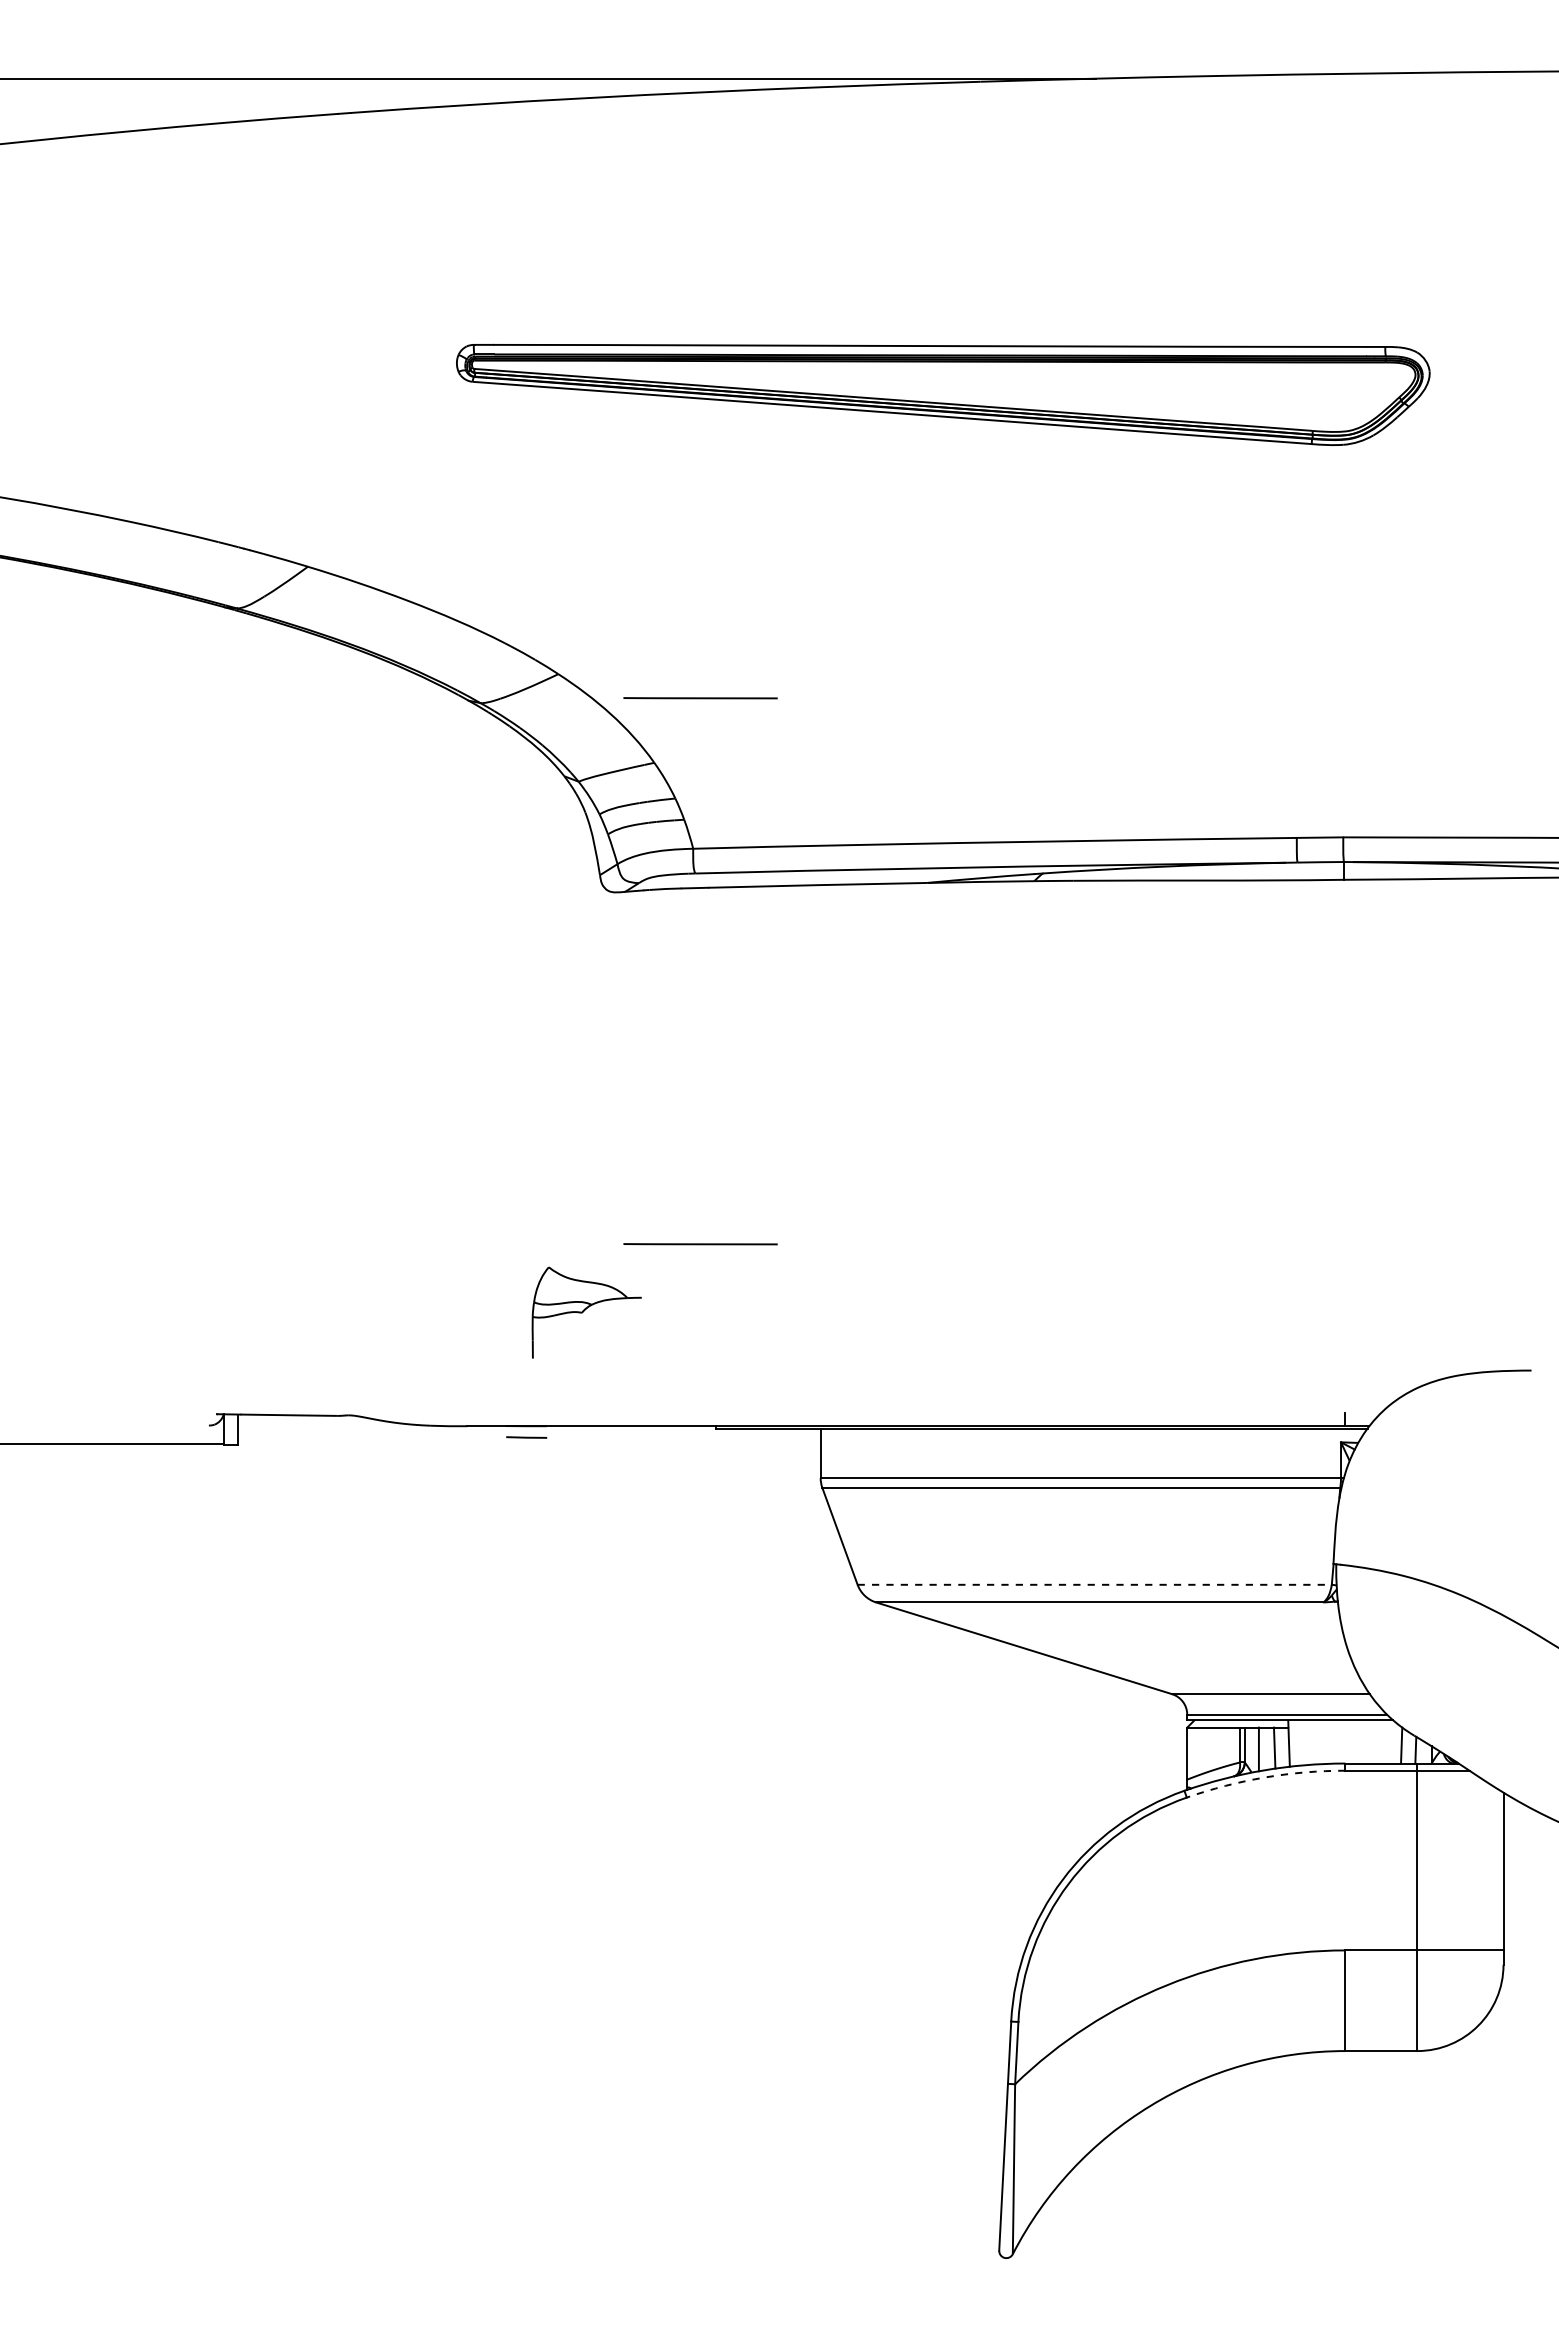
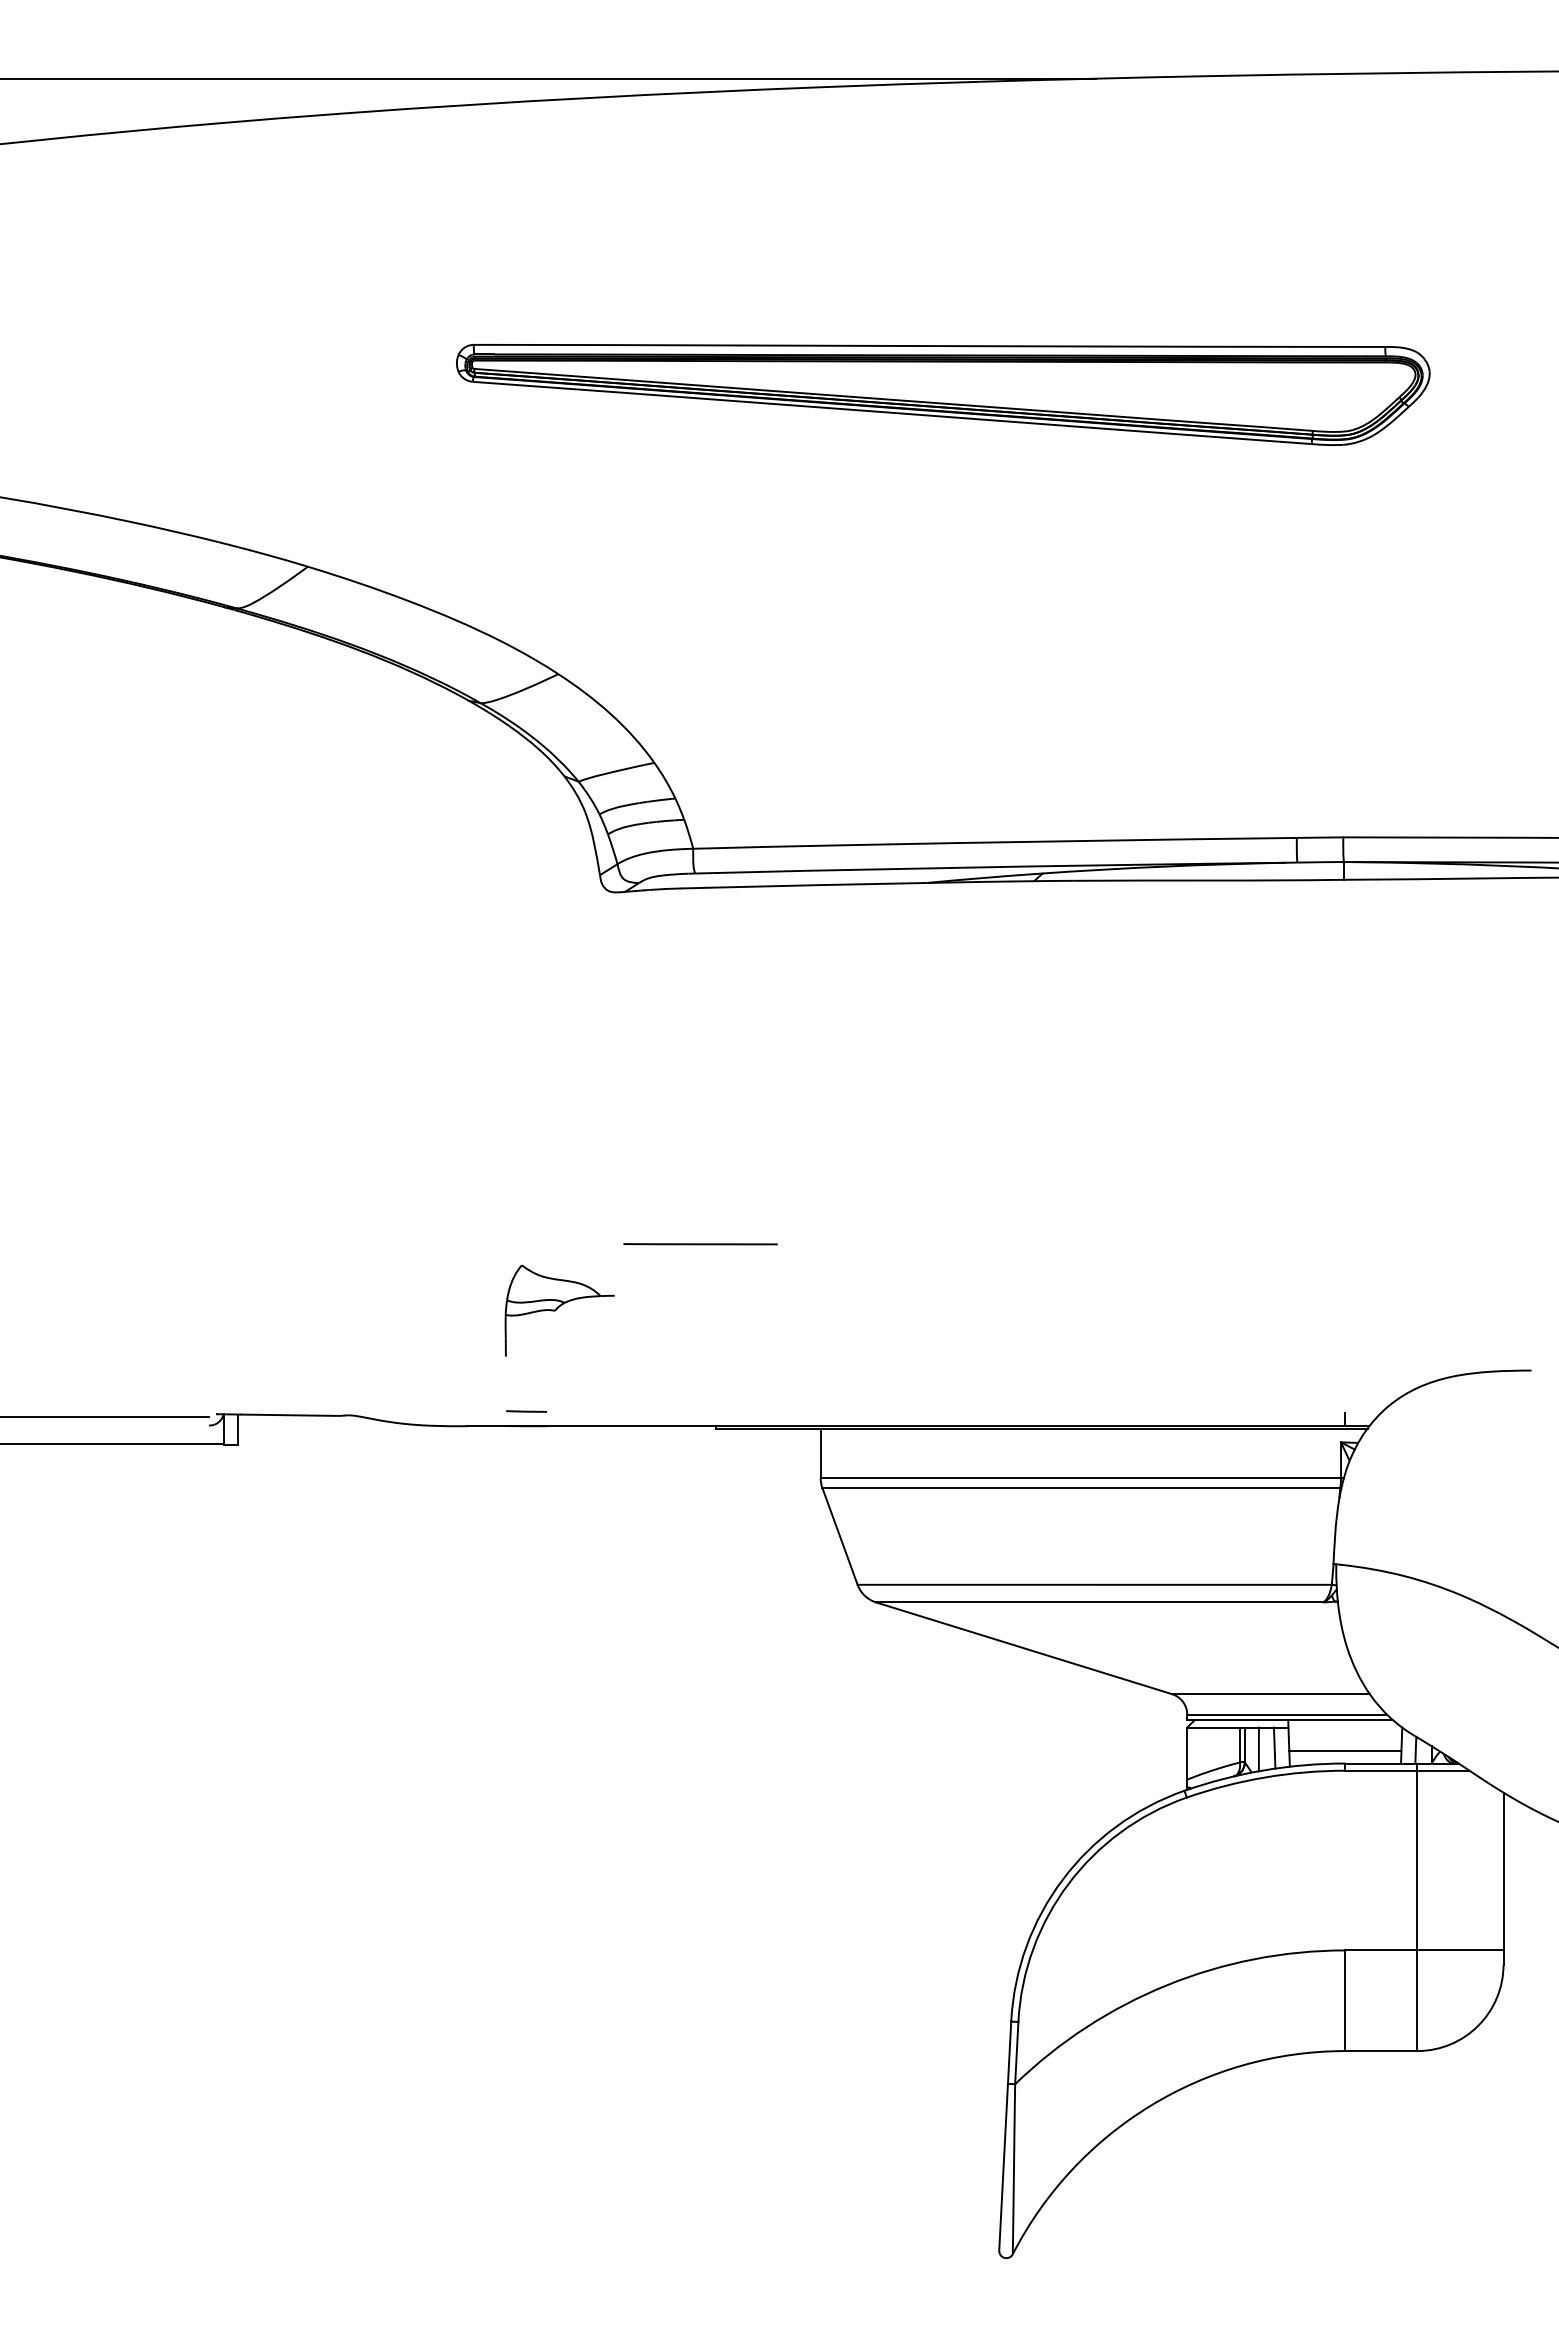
line at (700, 698): present -> none
part at (586, 1312) position: (586, 1312) -> (559, 1310)
line at (105, 1416): none -> present
line at (526, 1437) position: (526, 1437) -> (526, 1411)
line at (1095, 1584): dashed -> solid
line at (1345, 1750): none -> present
arc at (1264, 1777): dashed -> solid
